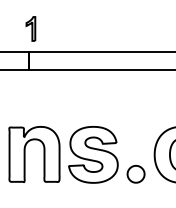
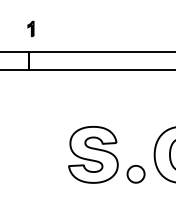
part at (30, 28) size: 12x26 px -> 8x17 px
part at (25, 154): present -> none
